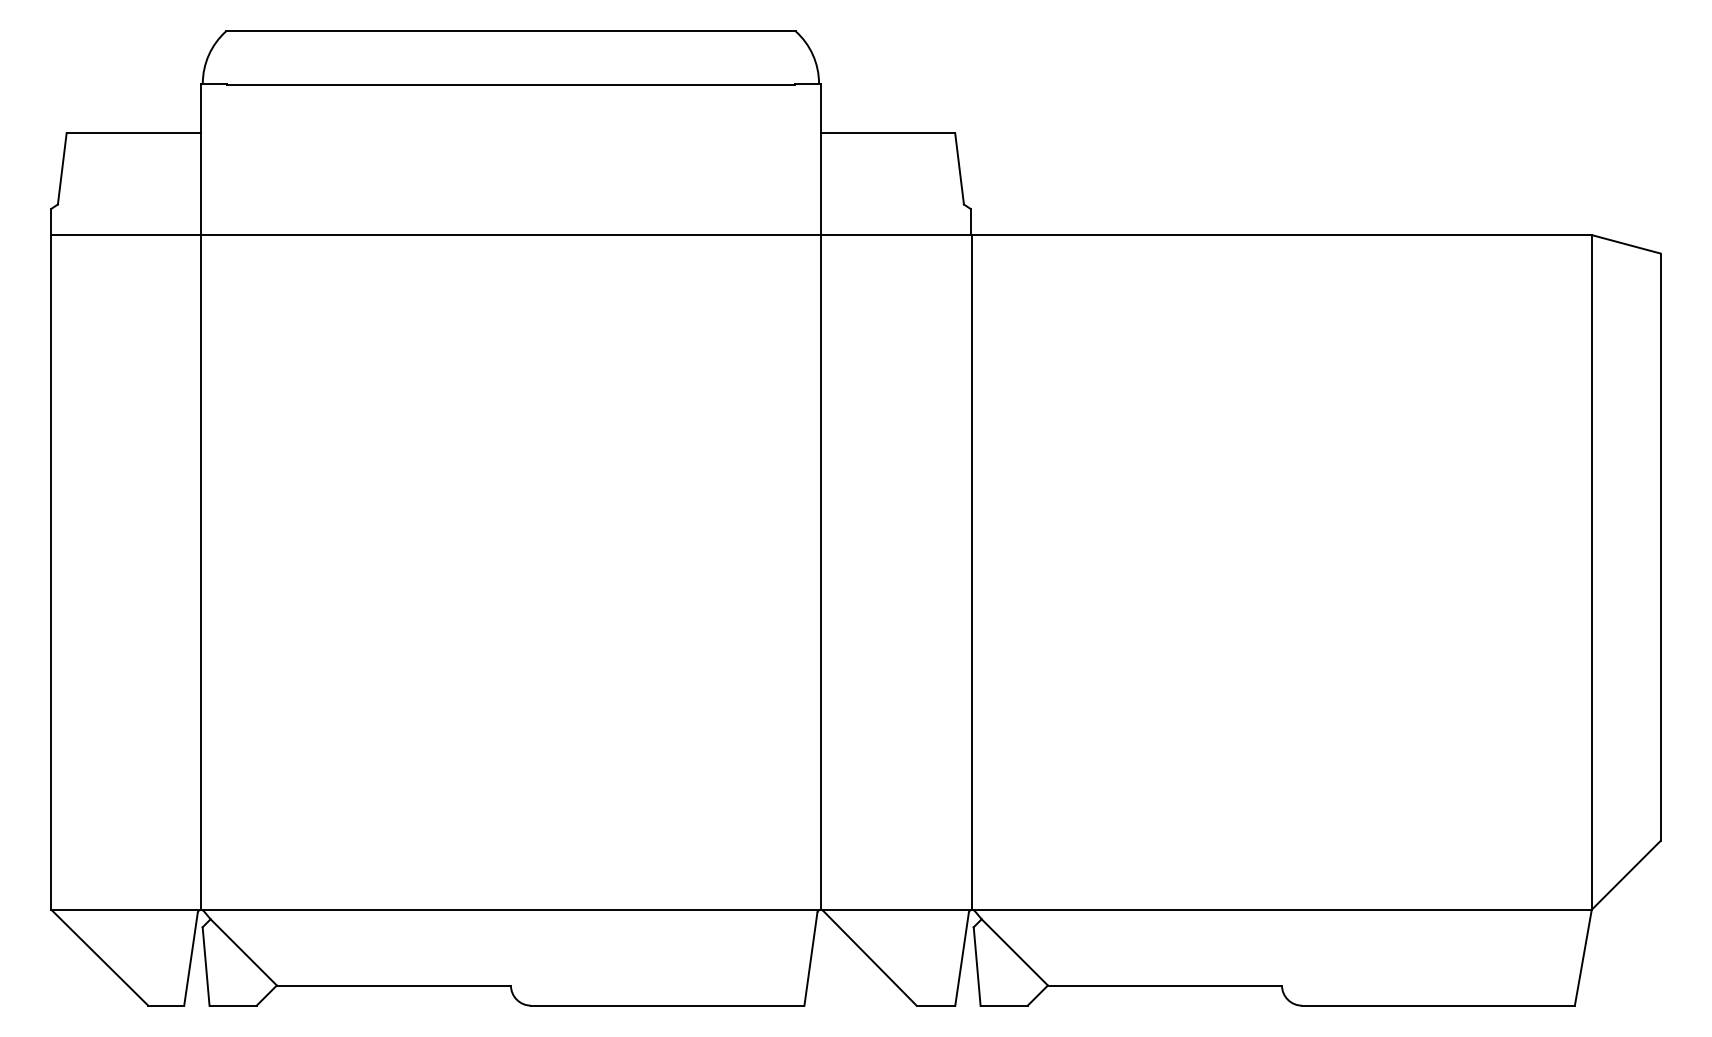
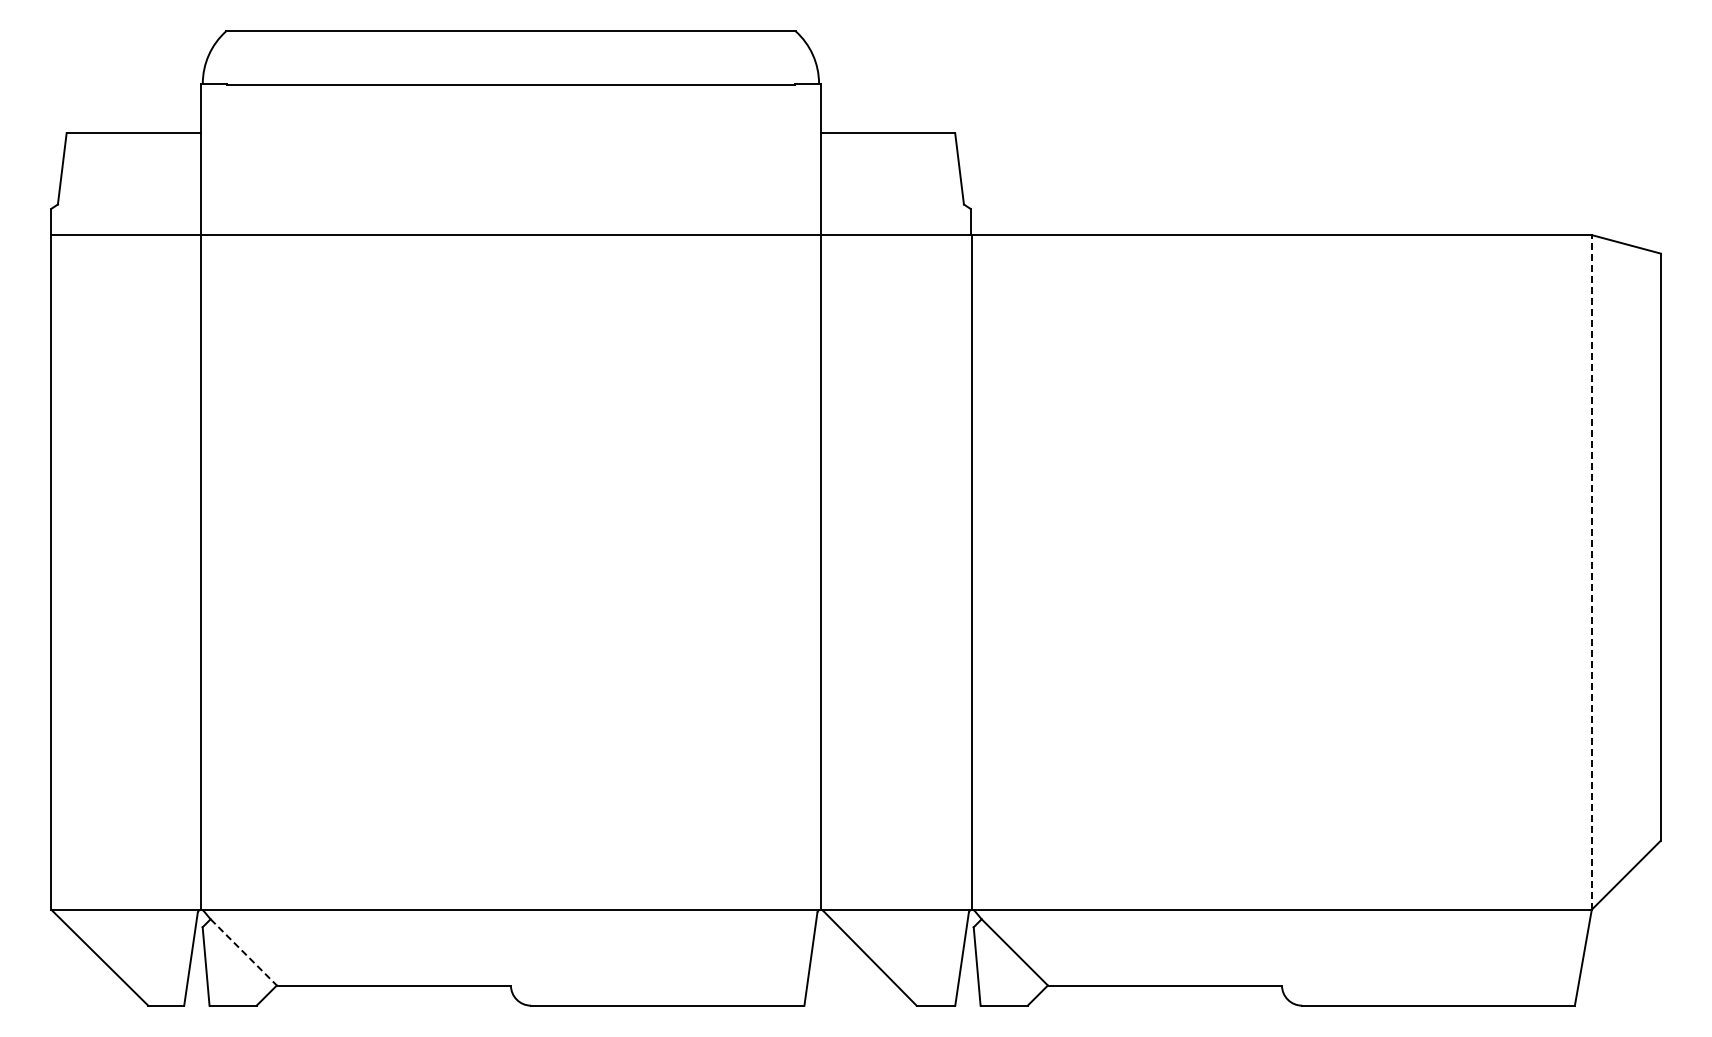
line at (1591, 571): solid -> dashed
line at (243, 952): solid -> dashed
